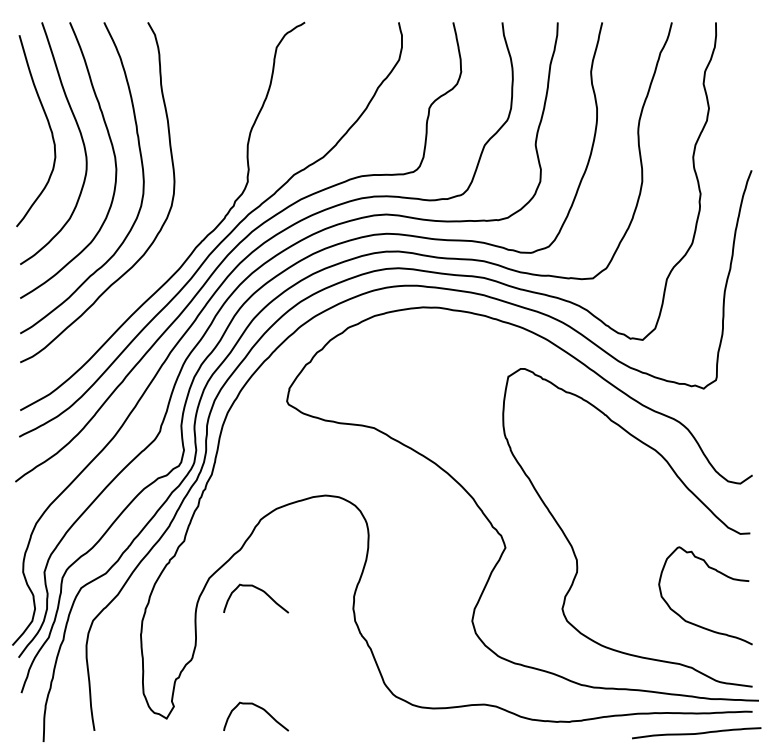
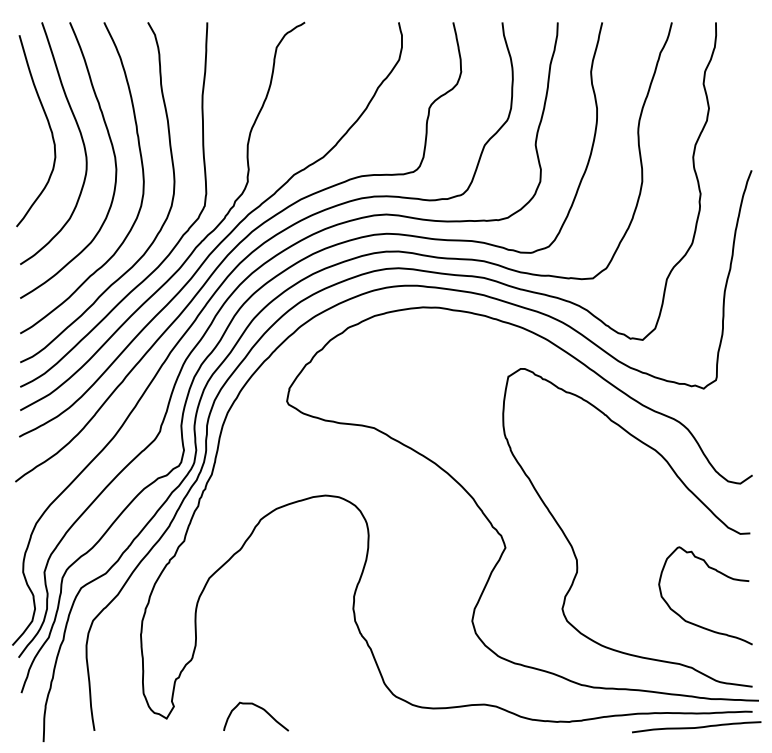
curve at (171, 249): none -> present
curve at (259, 590): present -> none
curve at (696, 733) position: (696, 733) -> (696, 727)
